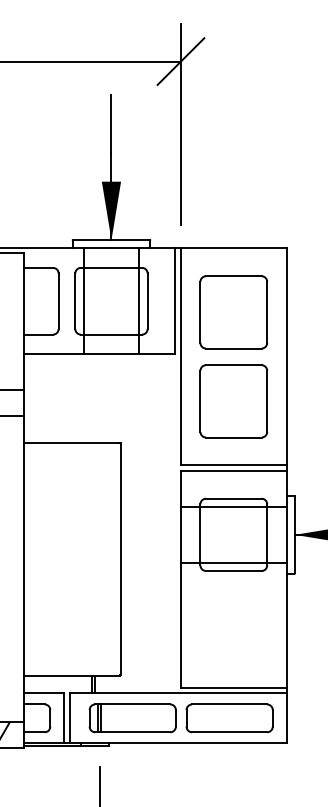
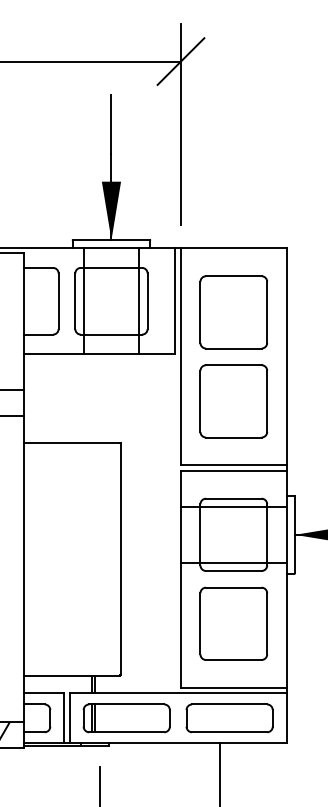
part at (233, 623): none -> present
part at (132, 718) position: (132, 718) -> (126, 718)
line at (219, 773): none -> present
